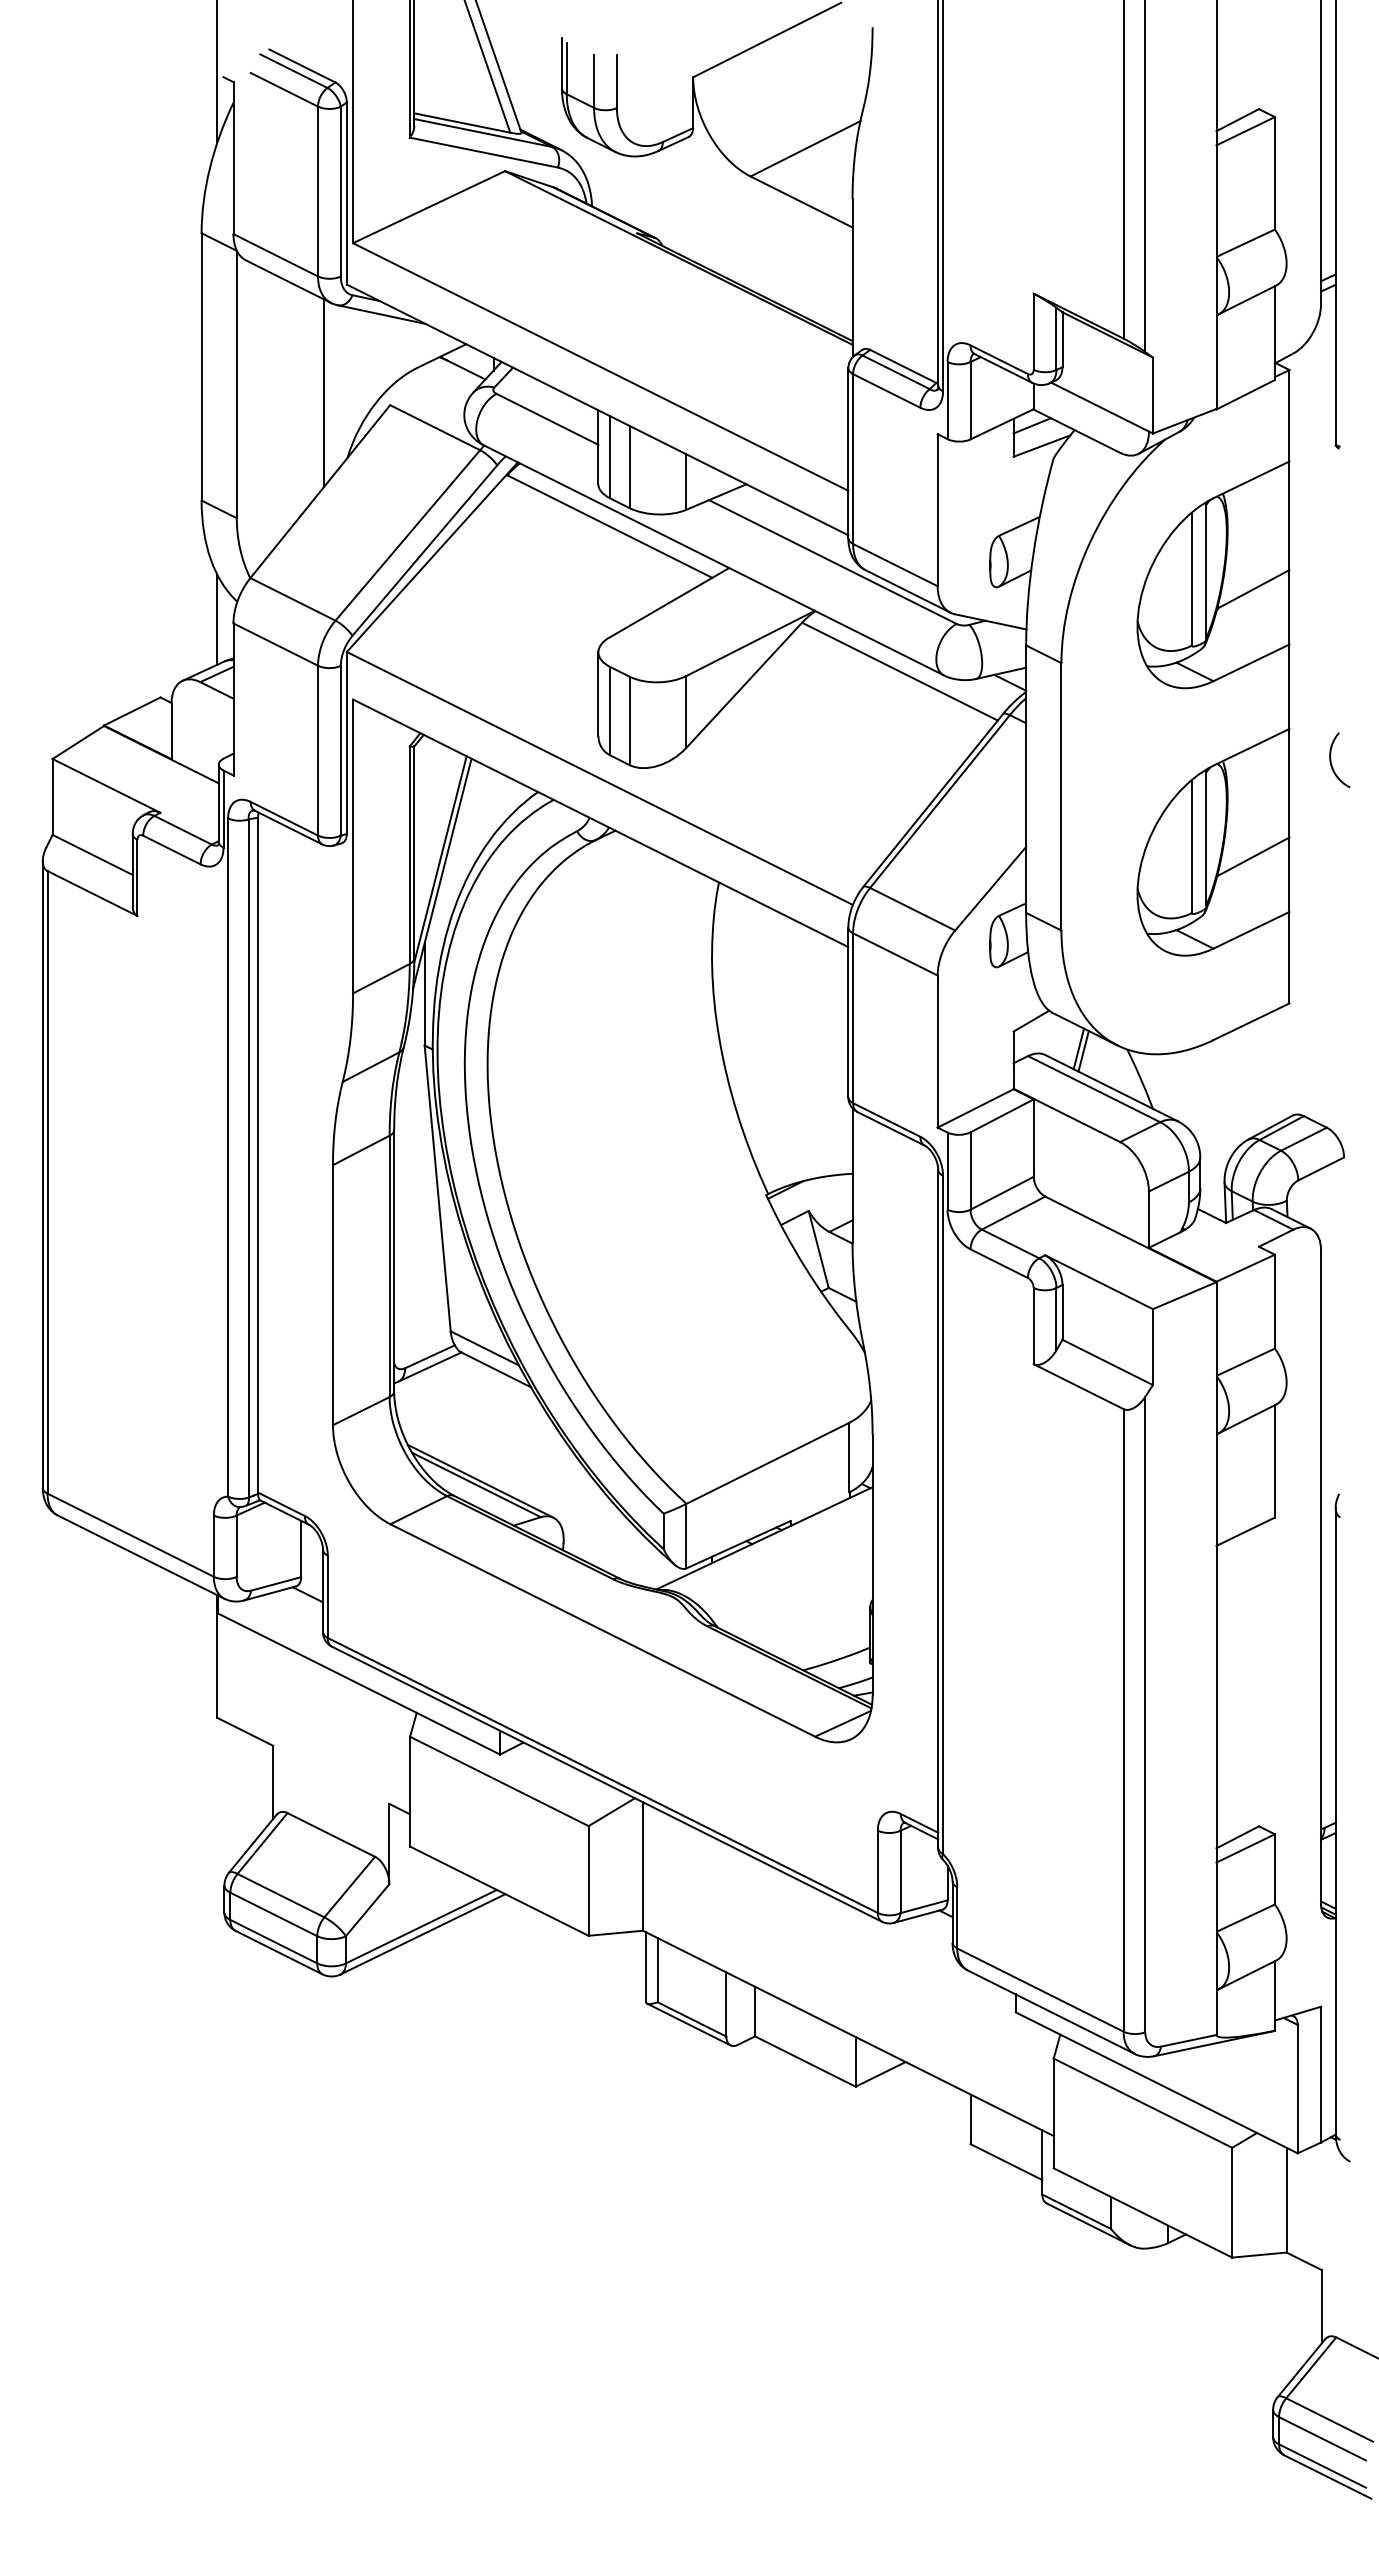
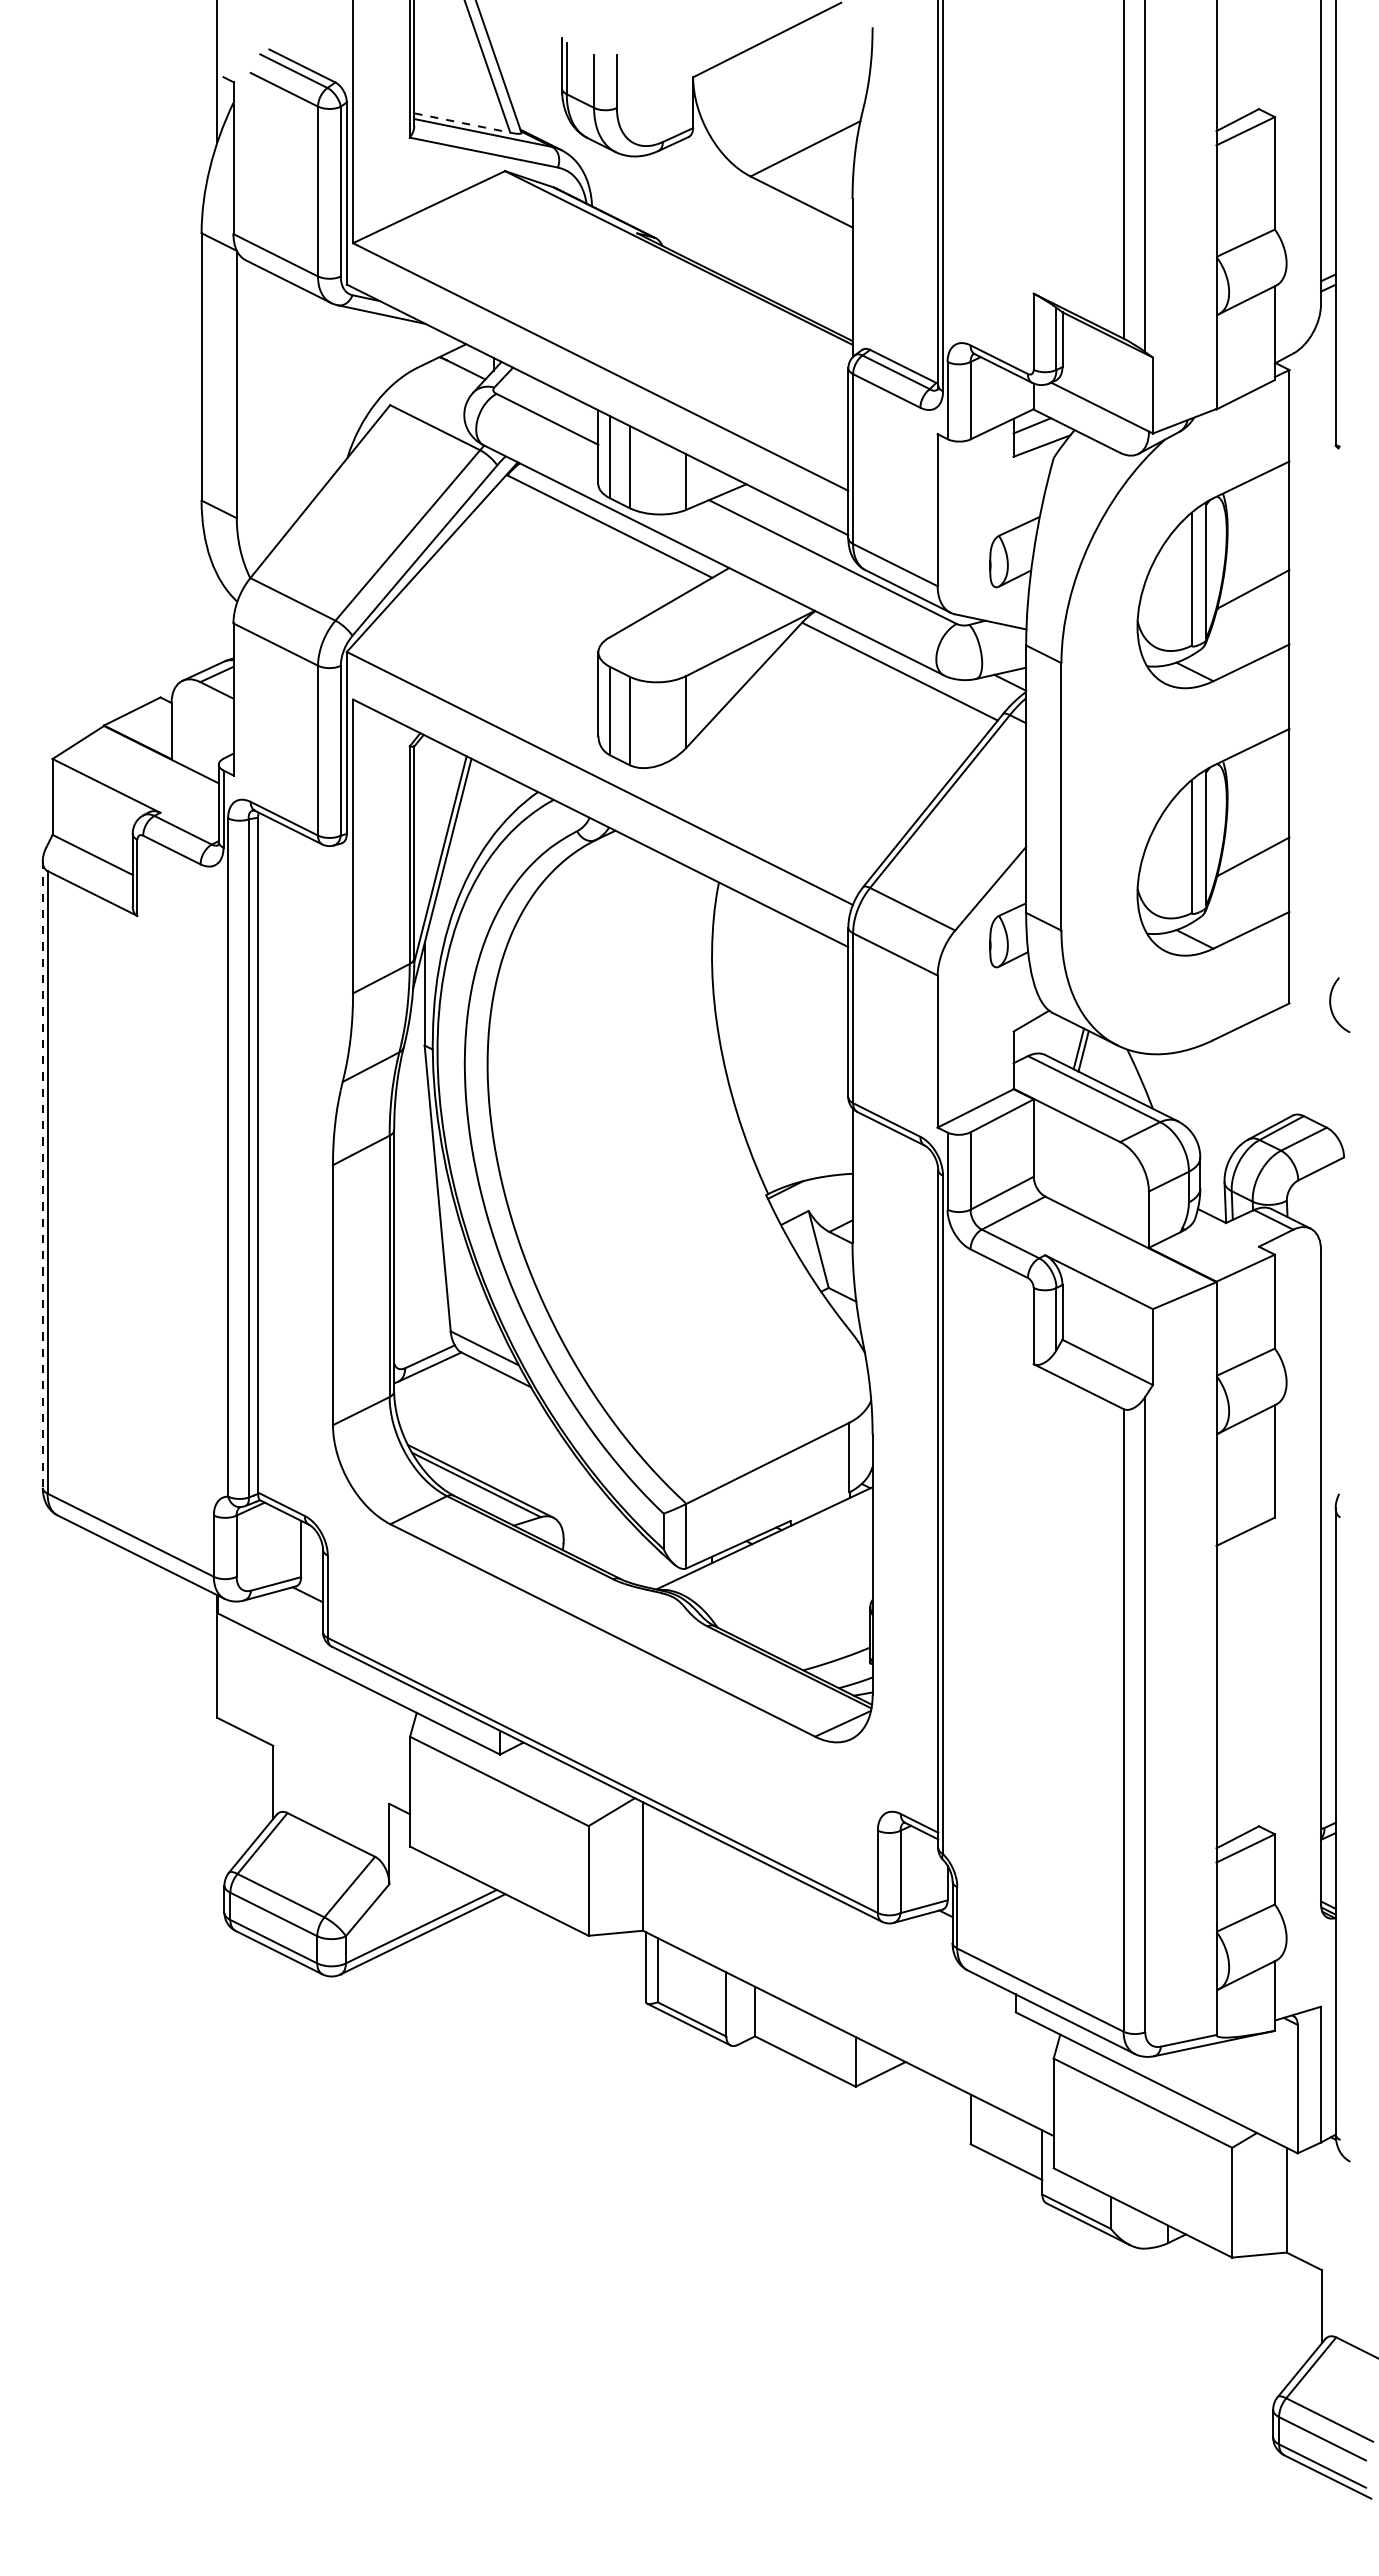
line at (462, 123): solid -> dashed
line at (324, 393): present -> none
line at (217, 619): present -> none
curve at (1331, 760) position: (1331, 760) -> (1331, 1005)
line at (42, 1175): solid -> dashed
